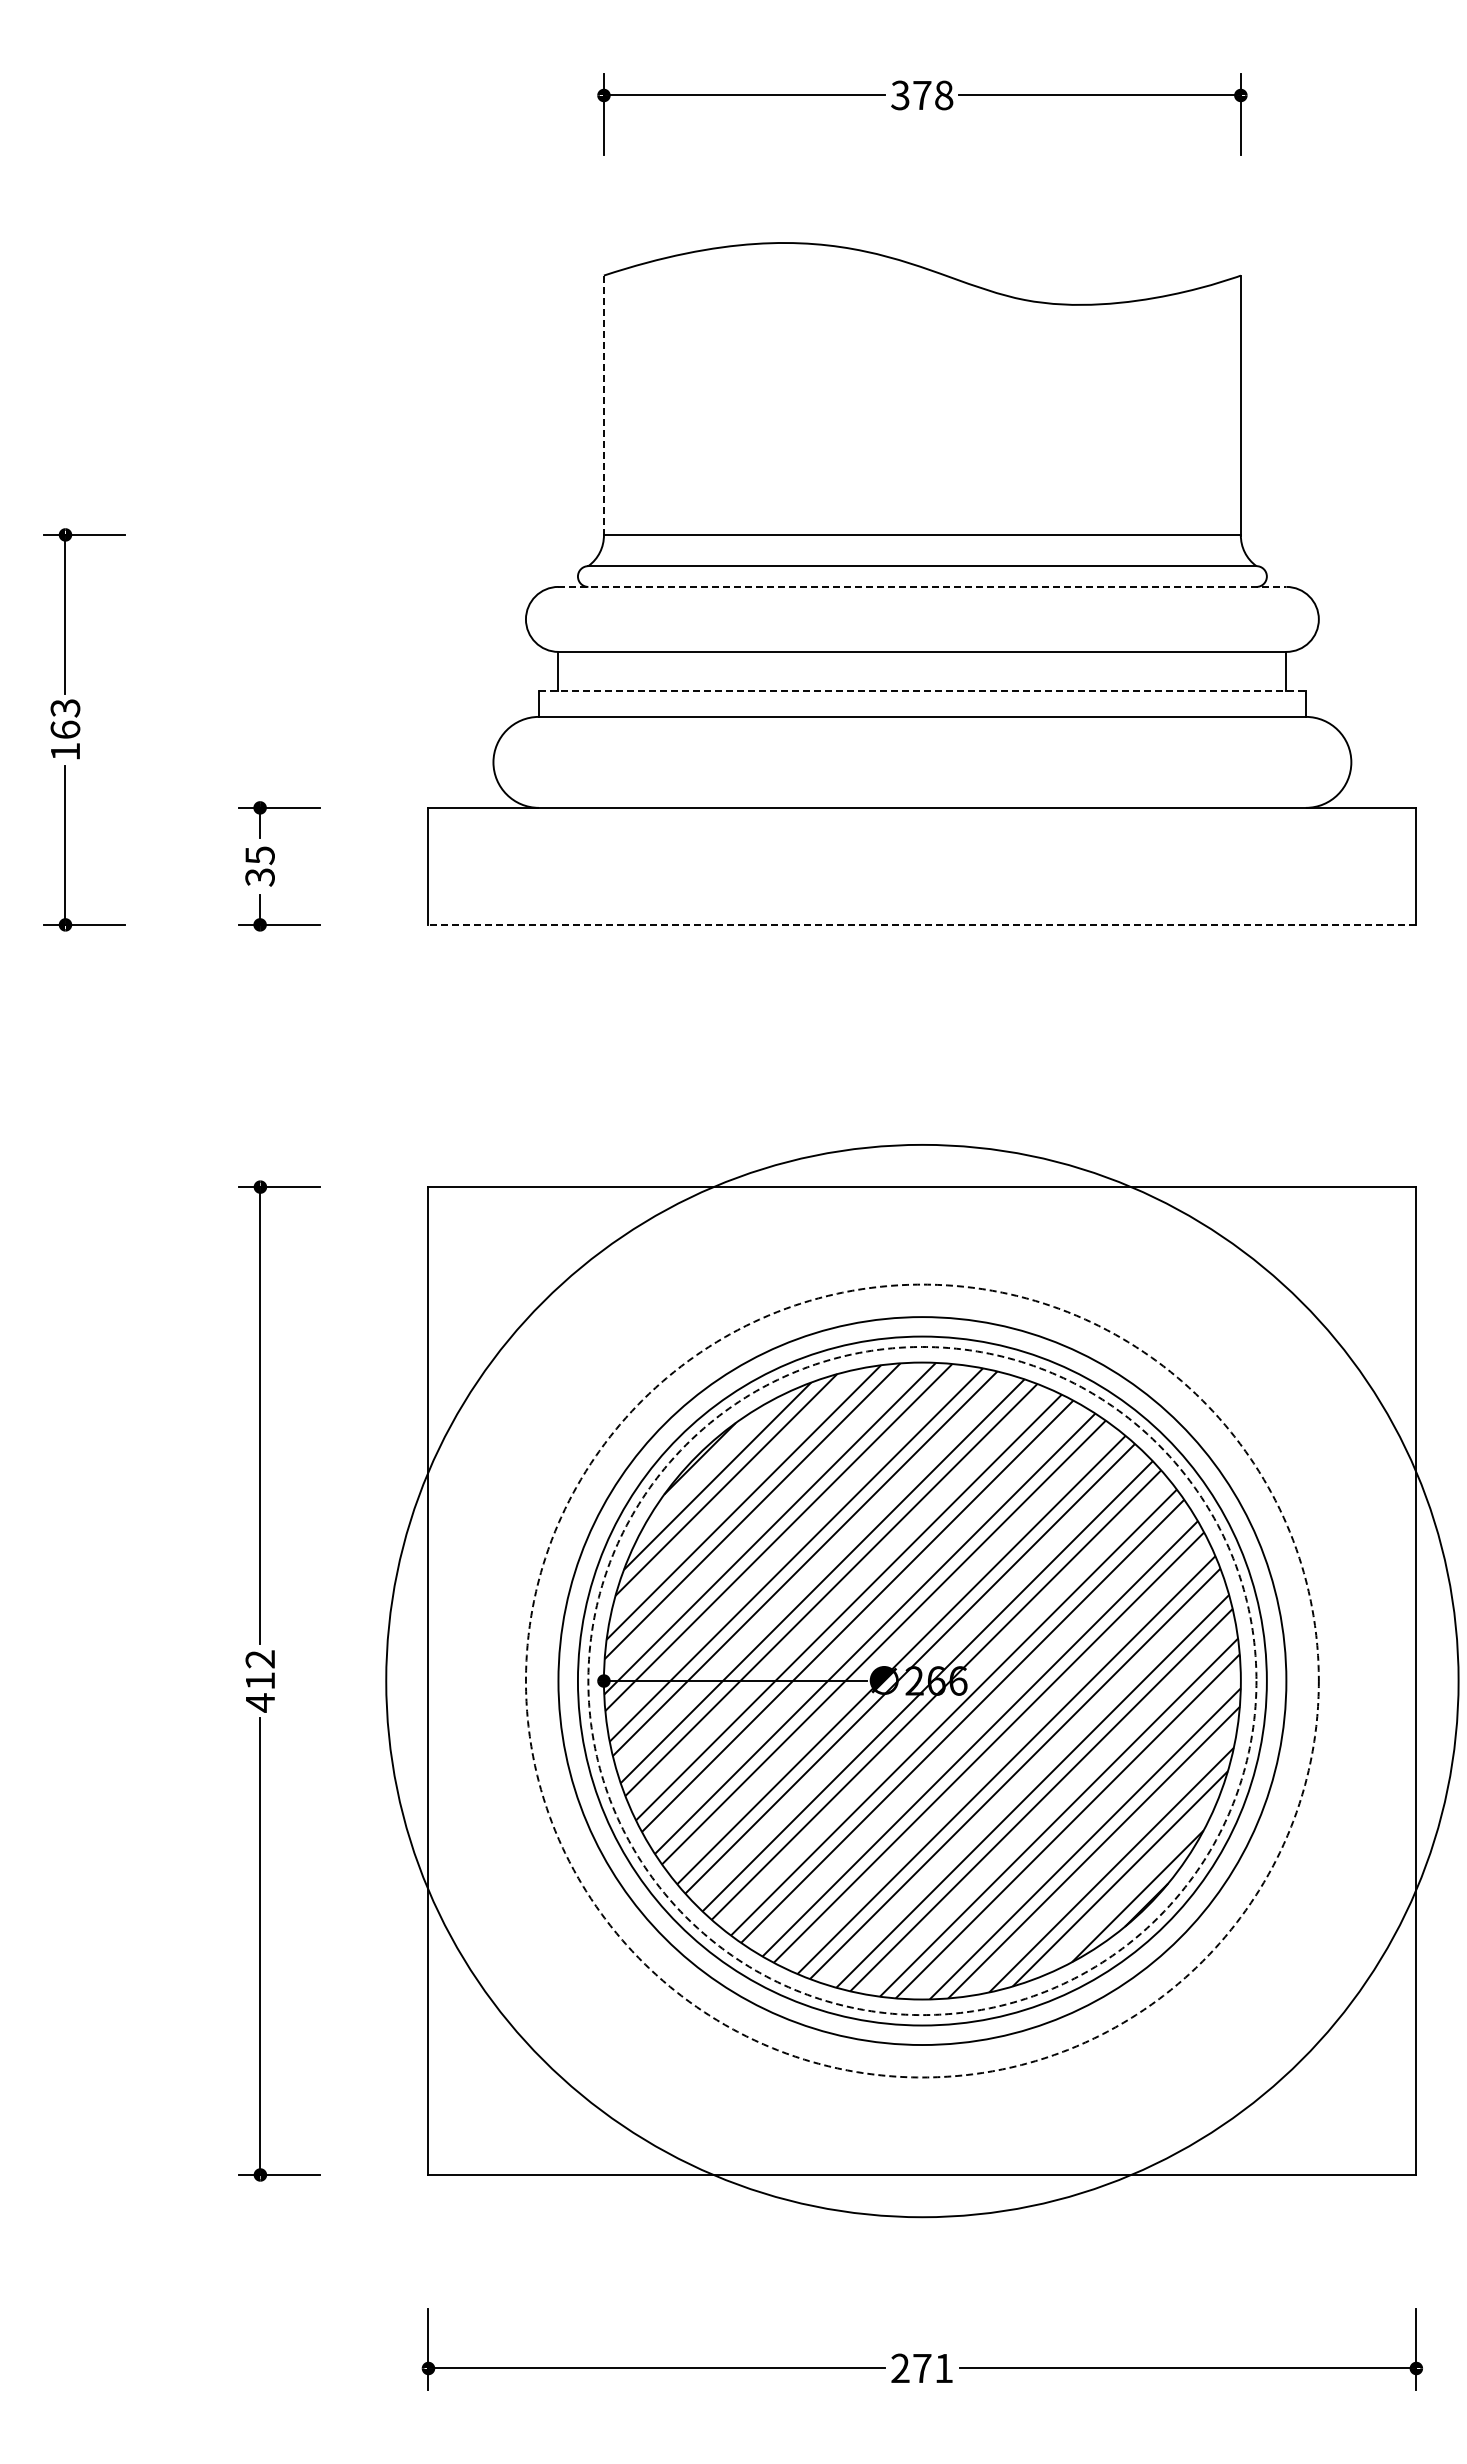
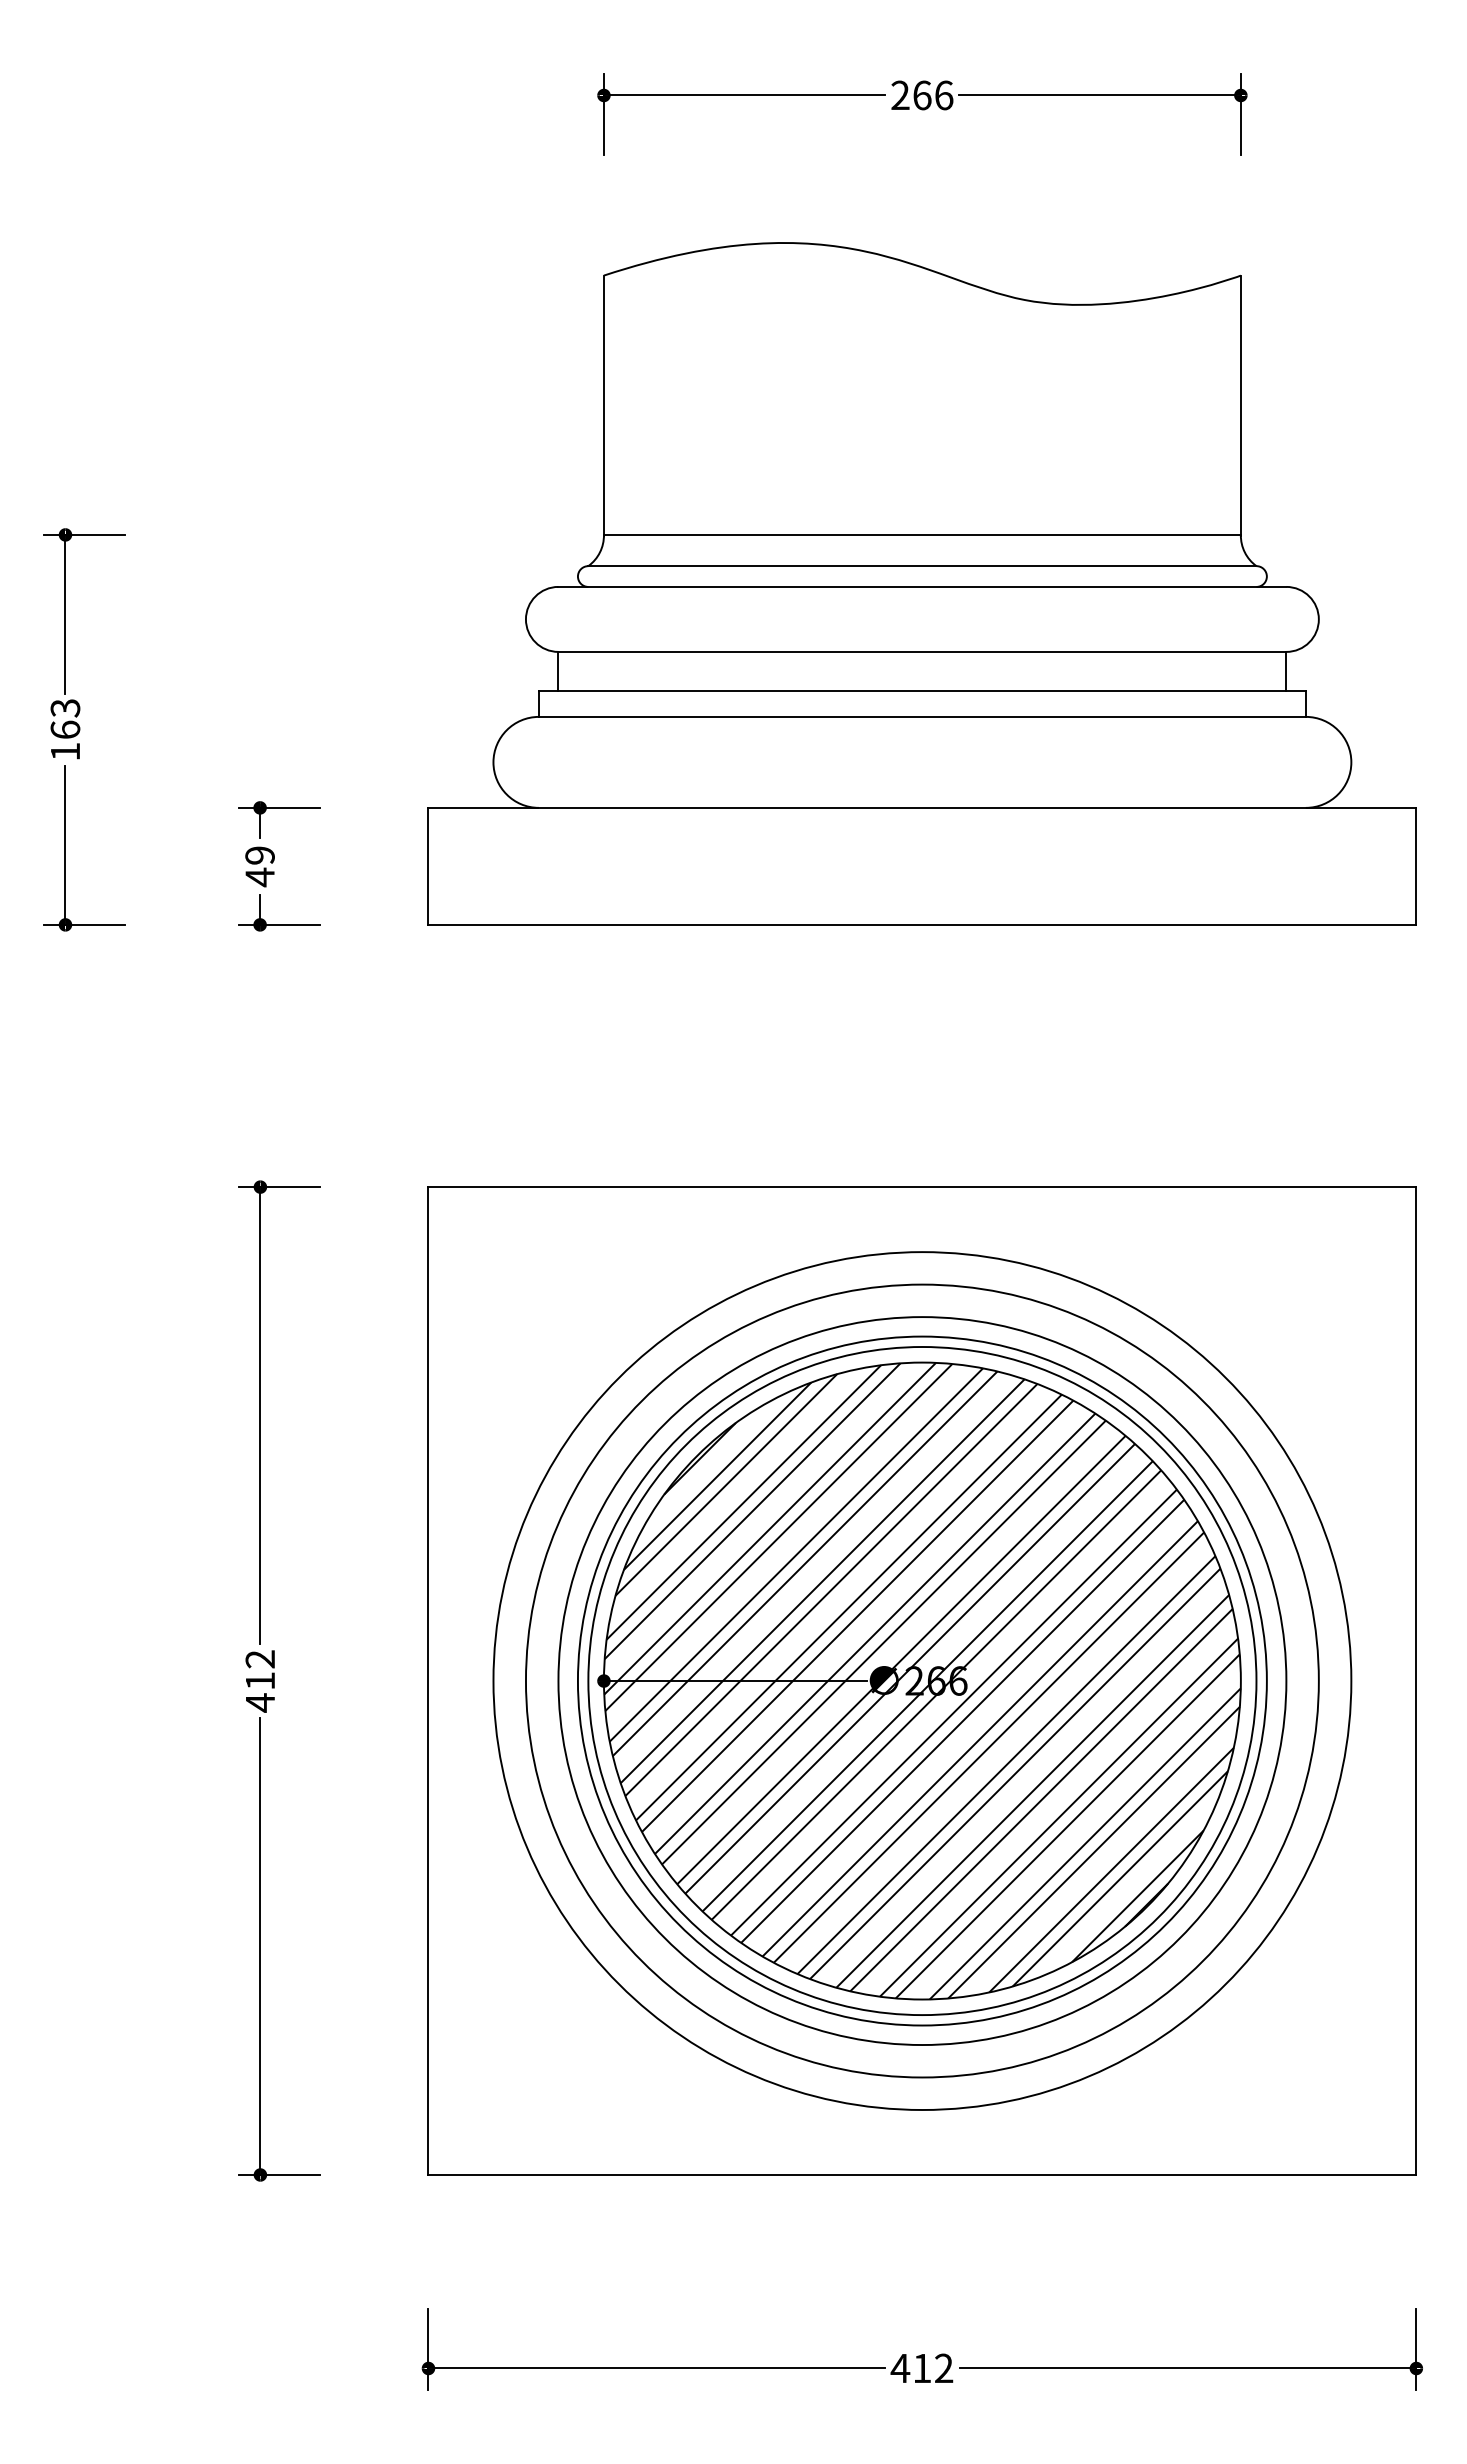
text at (922, 95): 378 -> 266
line at (603, 405): dashed -> solid
line at (922, 586): dashed -> solid
line at (922, 690): dashed -> solid
text at (259, 866): 35 -> 49
line at (922, 924): dashed -> solid
circle at (921, 1680): dashed -> solid
circle at (922, 1680) diameter: 1072 px -> 858 px
circle at (922, 1681): dashed -> solid
text at (921, 2367): 271 -> 412
